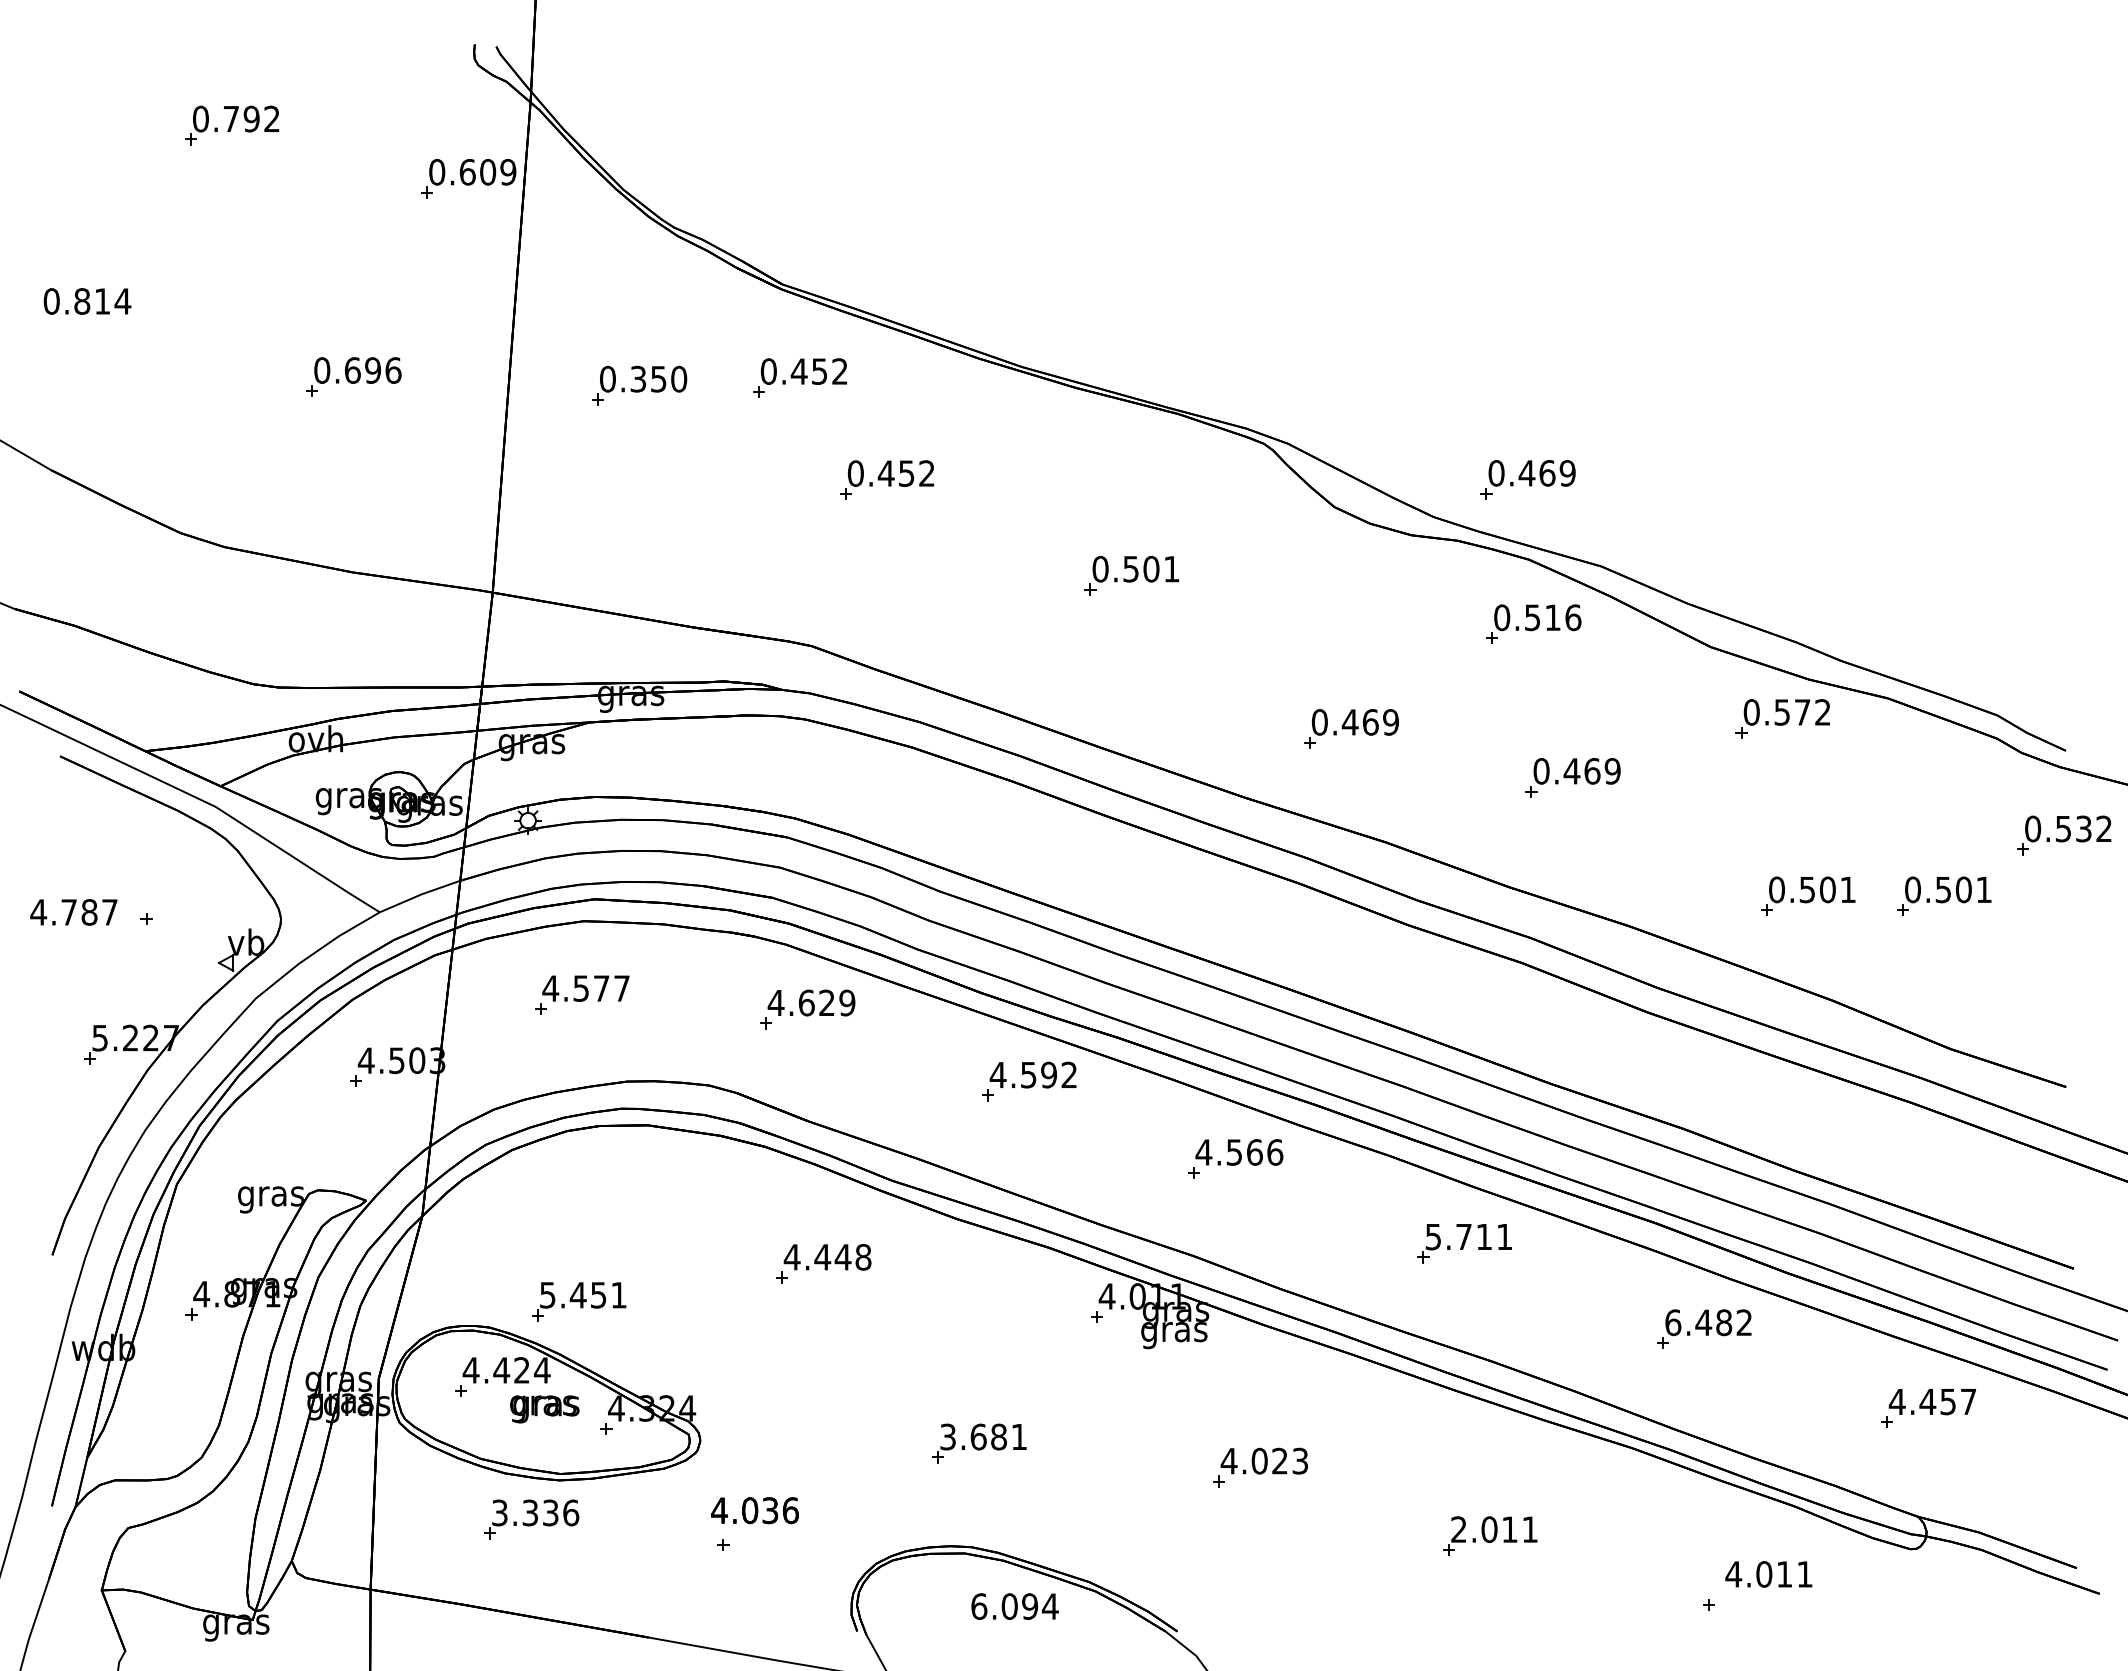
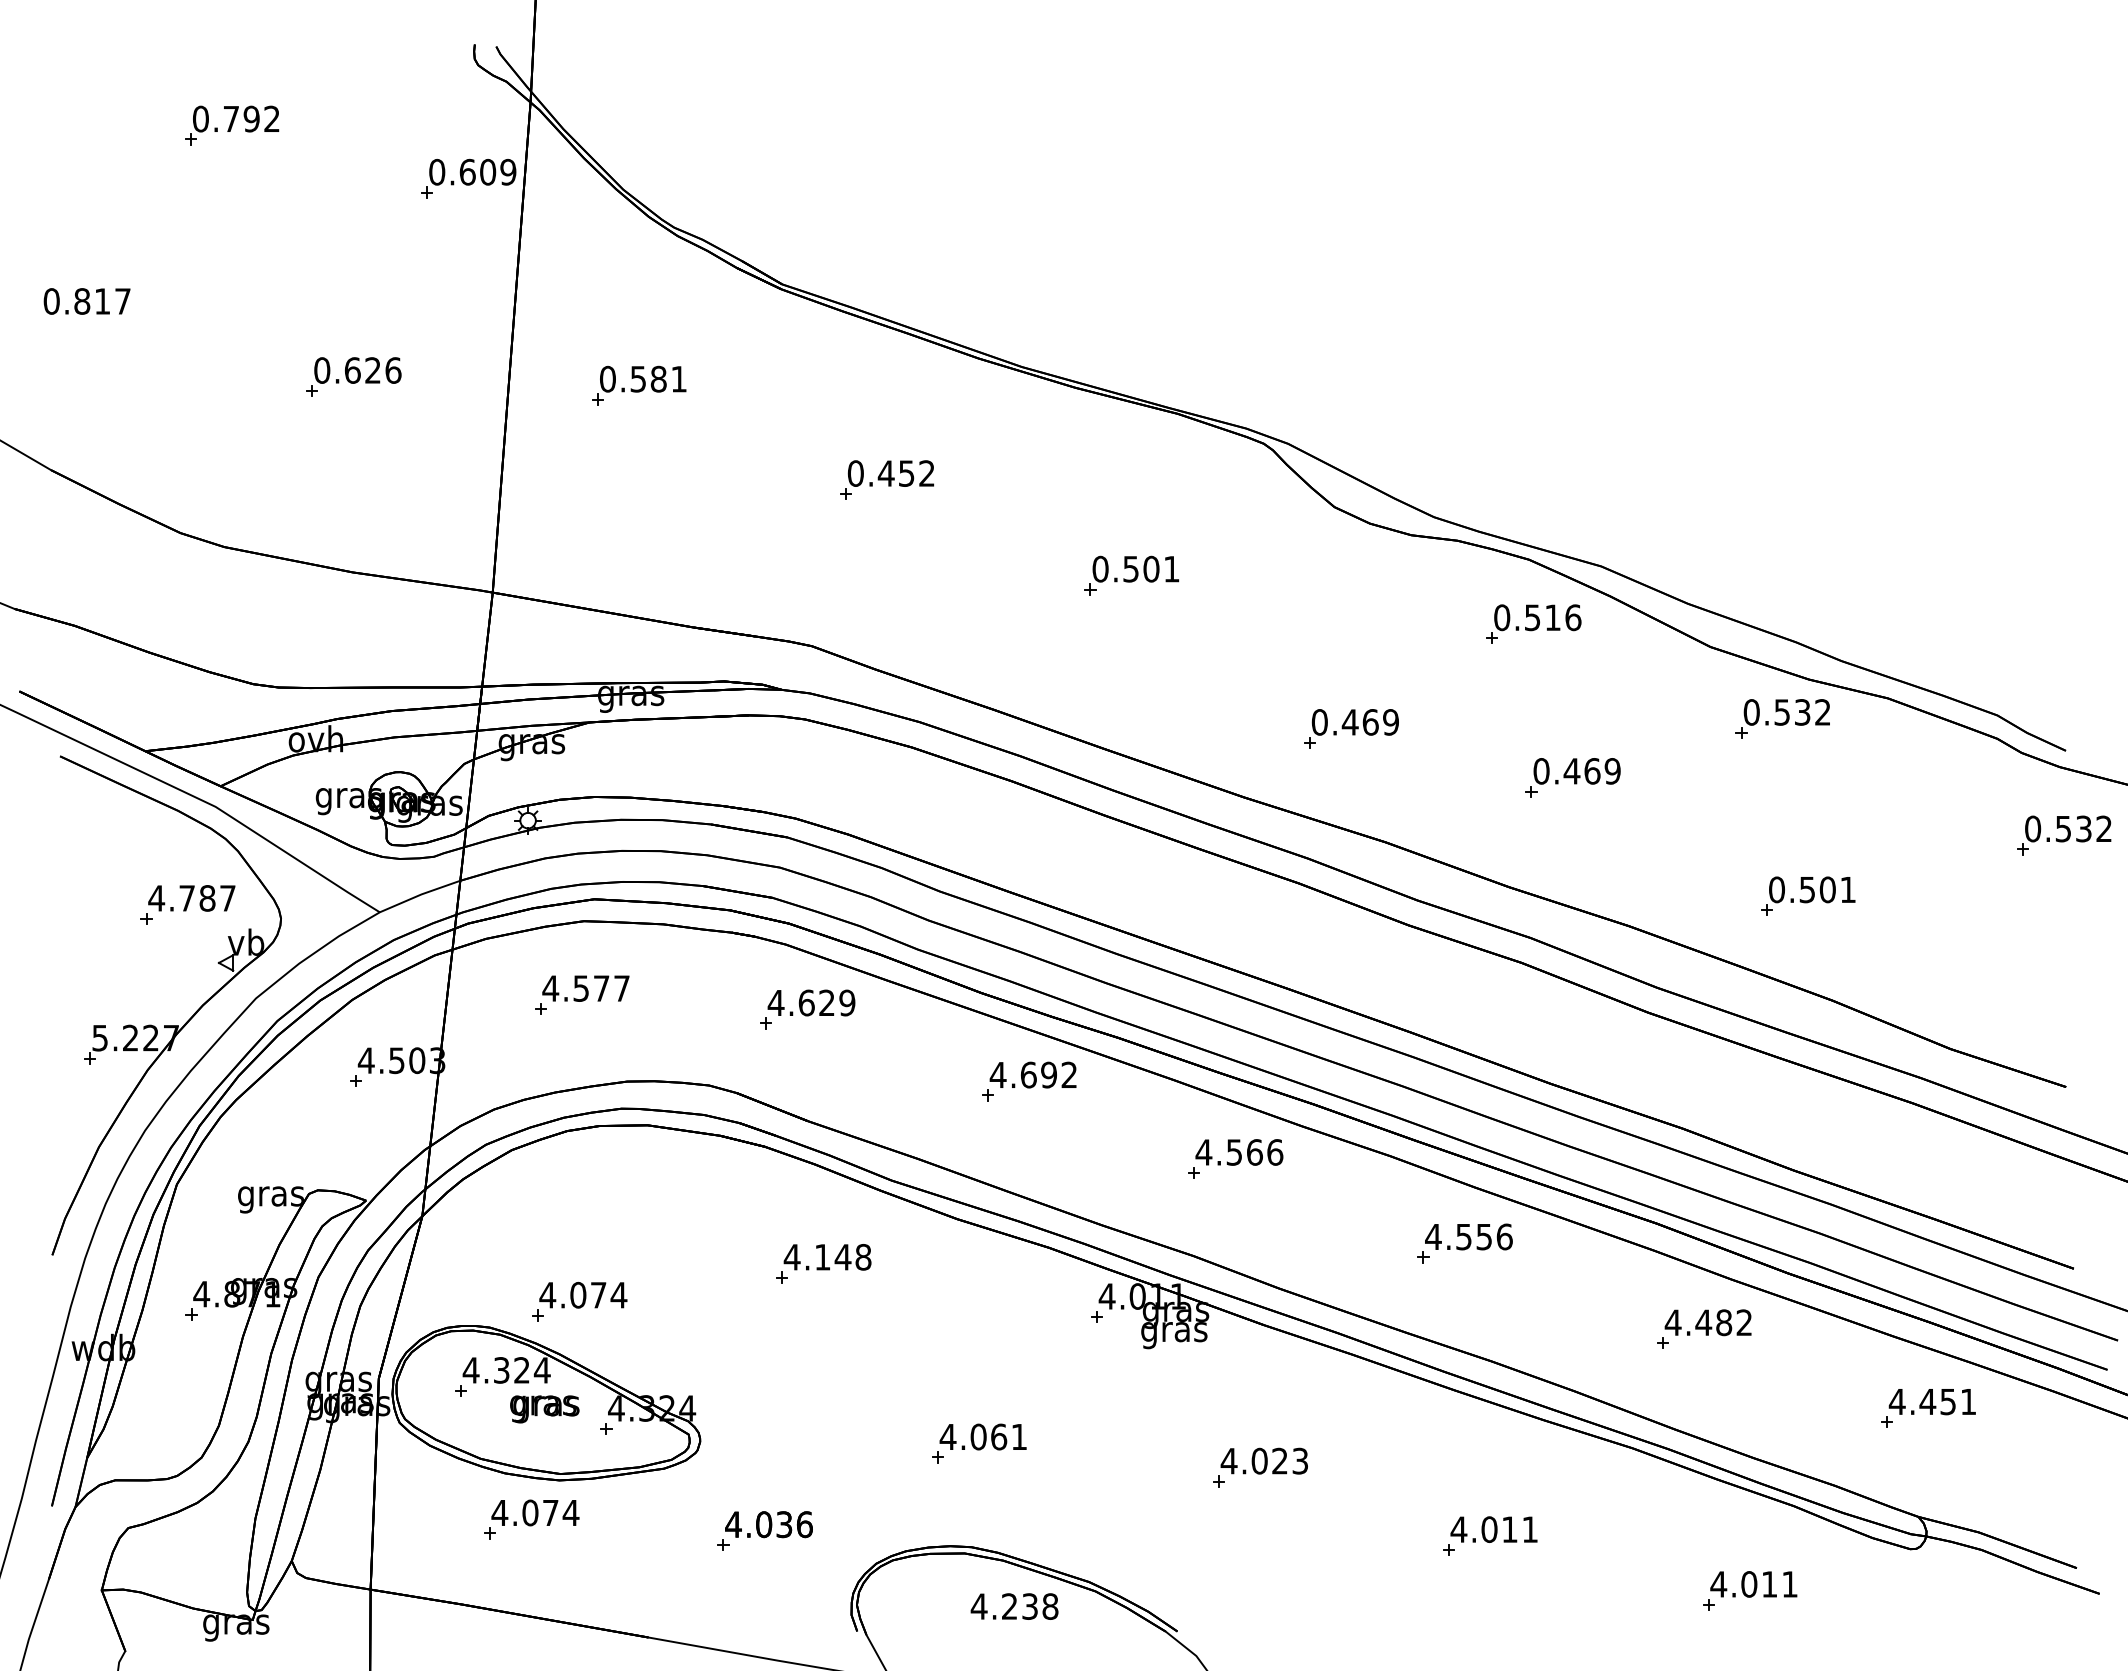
text at (122, 301): 0.814 -> 0.817
text at (372, 370): 0.696 -> 0.626
part at (799, 377): present -> none
text at (659, 378): 0.350 -> 0.581
part at (1527, 479): present -> none
text at (1802, 712): 0.572 -> 0.532
part at (1944, 895): present -> none
text at (73, 912) position: (73, 912) -> (191, 898)
text at (1028, 1074): 4.592 -> 4.692
text at (1468, 1236): 5.711 -> 4.556
text at (822, 1257): 4.448 -> 4.148
text at (583, 1294): 5.451 -> 4.074
text at (1672, 1322): 6.482 -> 4.482
text at (501, 1370): 4.424 -> 4.324
text at (1968, 1401): 4.457 -> 4.451
text at (973, 1436): 3.681 -> 4.061
text at (754, 1510) position: (754, 1510) -> (768, 1524)
text at (535, 1512): 3.336 -> 4.074
text at (1458, 1529): 2.011 -> 4.011
text at (1768, 1574) position: (1768, 1574) -> (1753, 1584)
text at (1014, 1606): 6.094 -> 4.238
